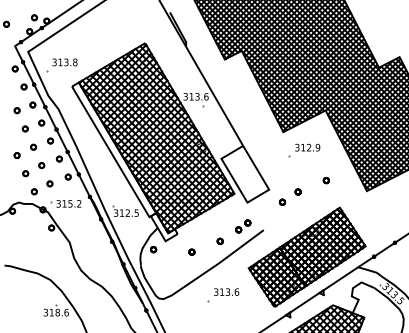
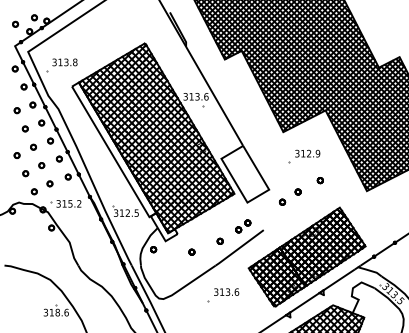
part at (6, 23) position: (6, 23) -> (15, 23)
part at (304, 150) position: (304, 150) -> (304, 156)
part at (325, 180) position: (325, 180) -> (319, 180)
